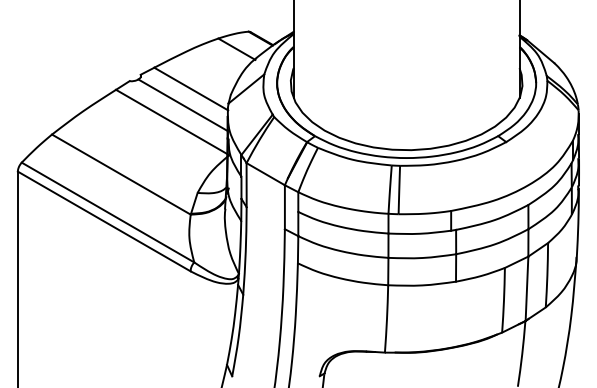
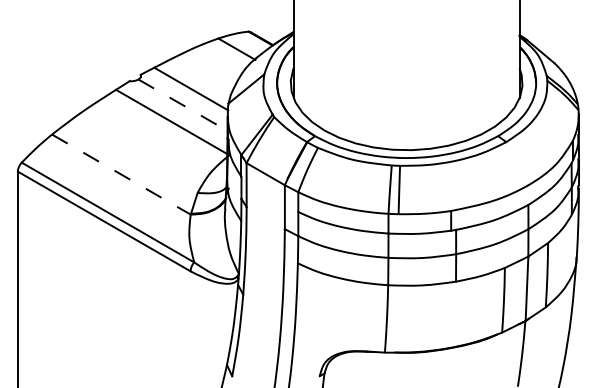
line at (183, 105): solid -> dashed
line at (121, 174): solid -> dashed
